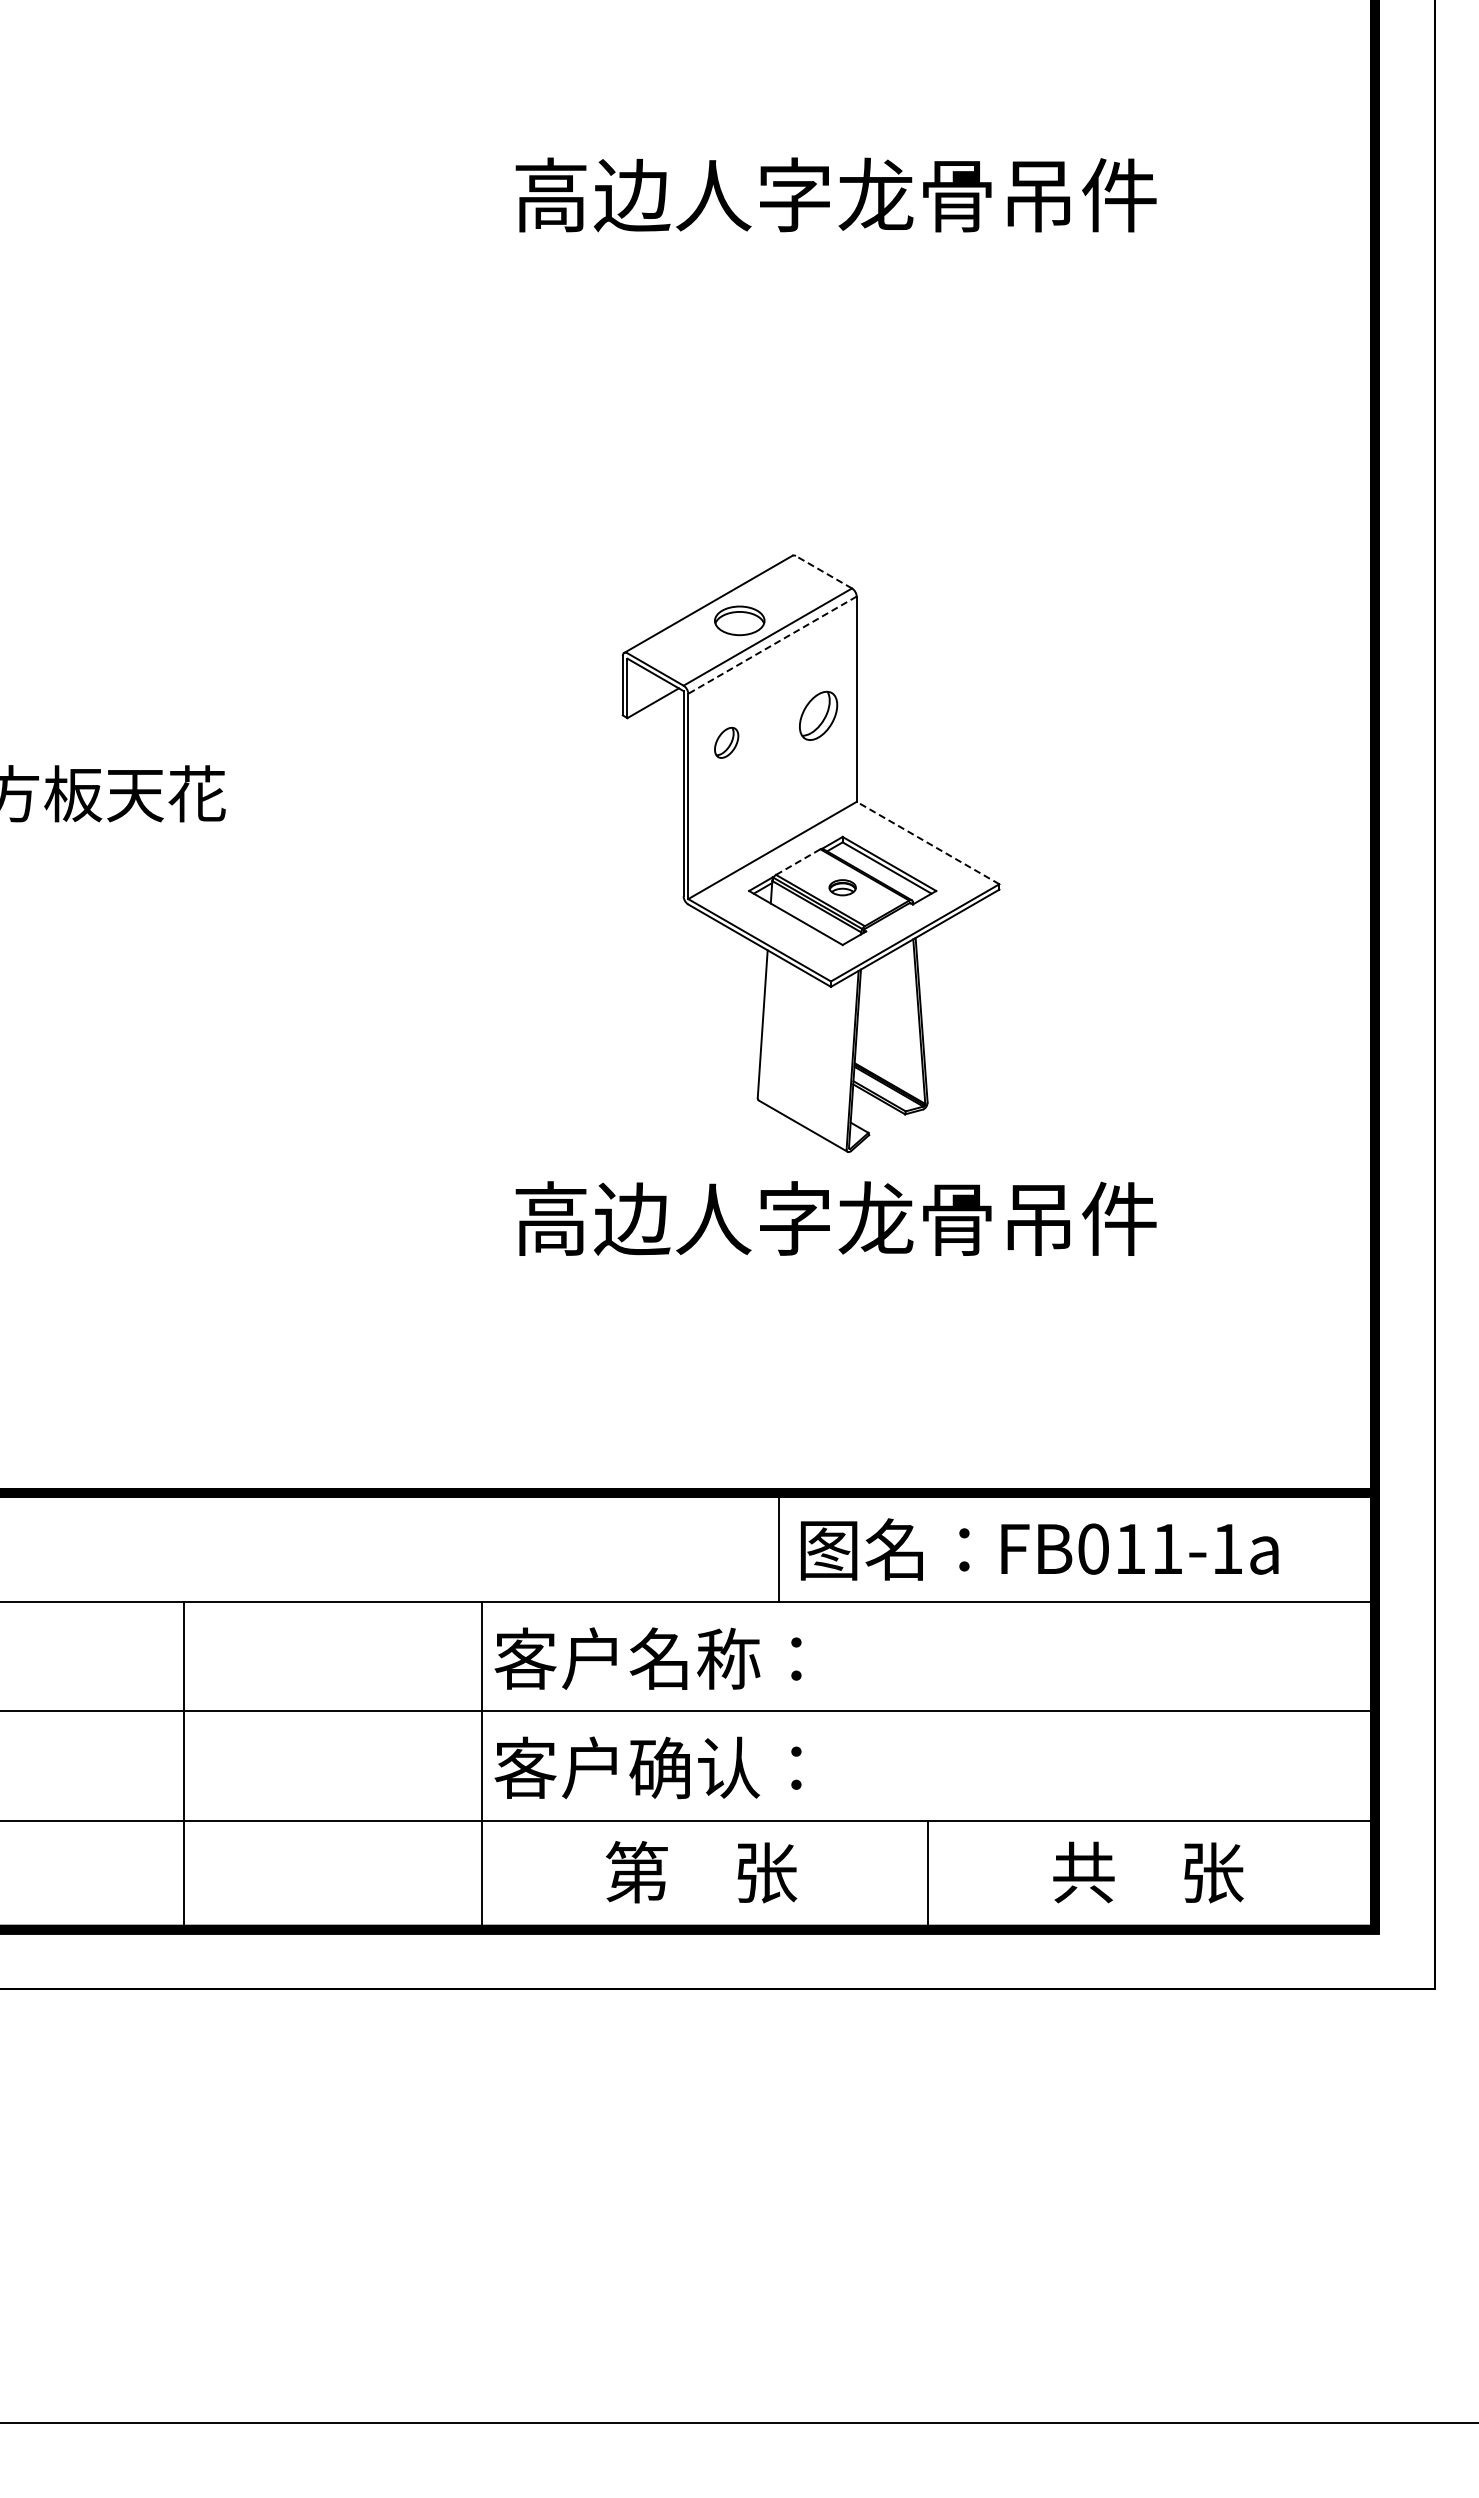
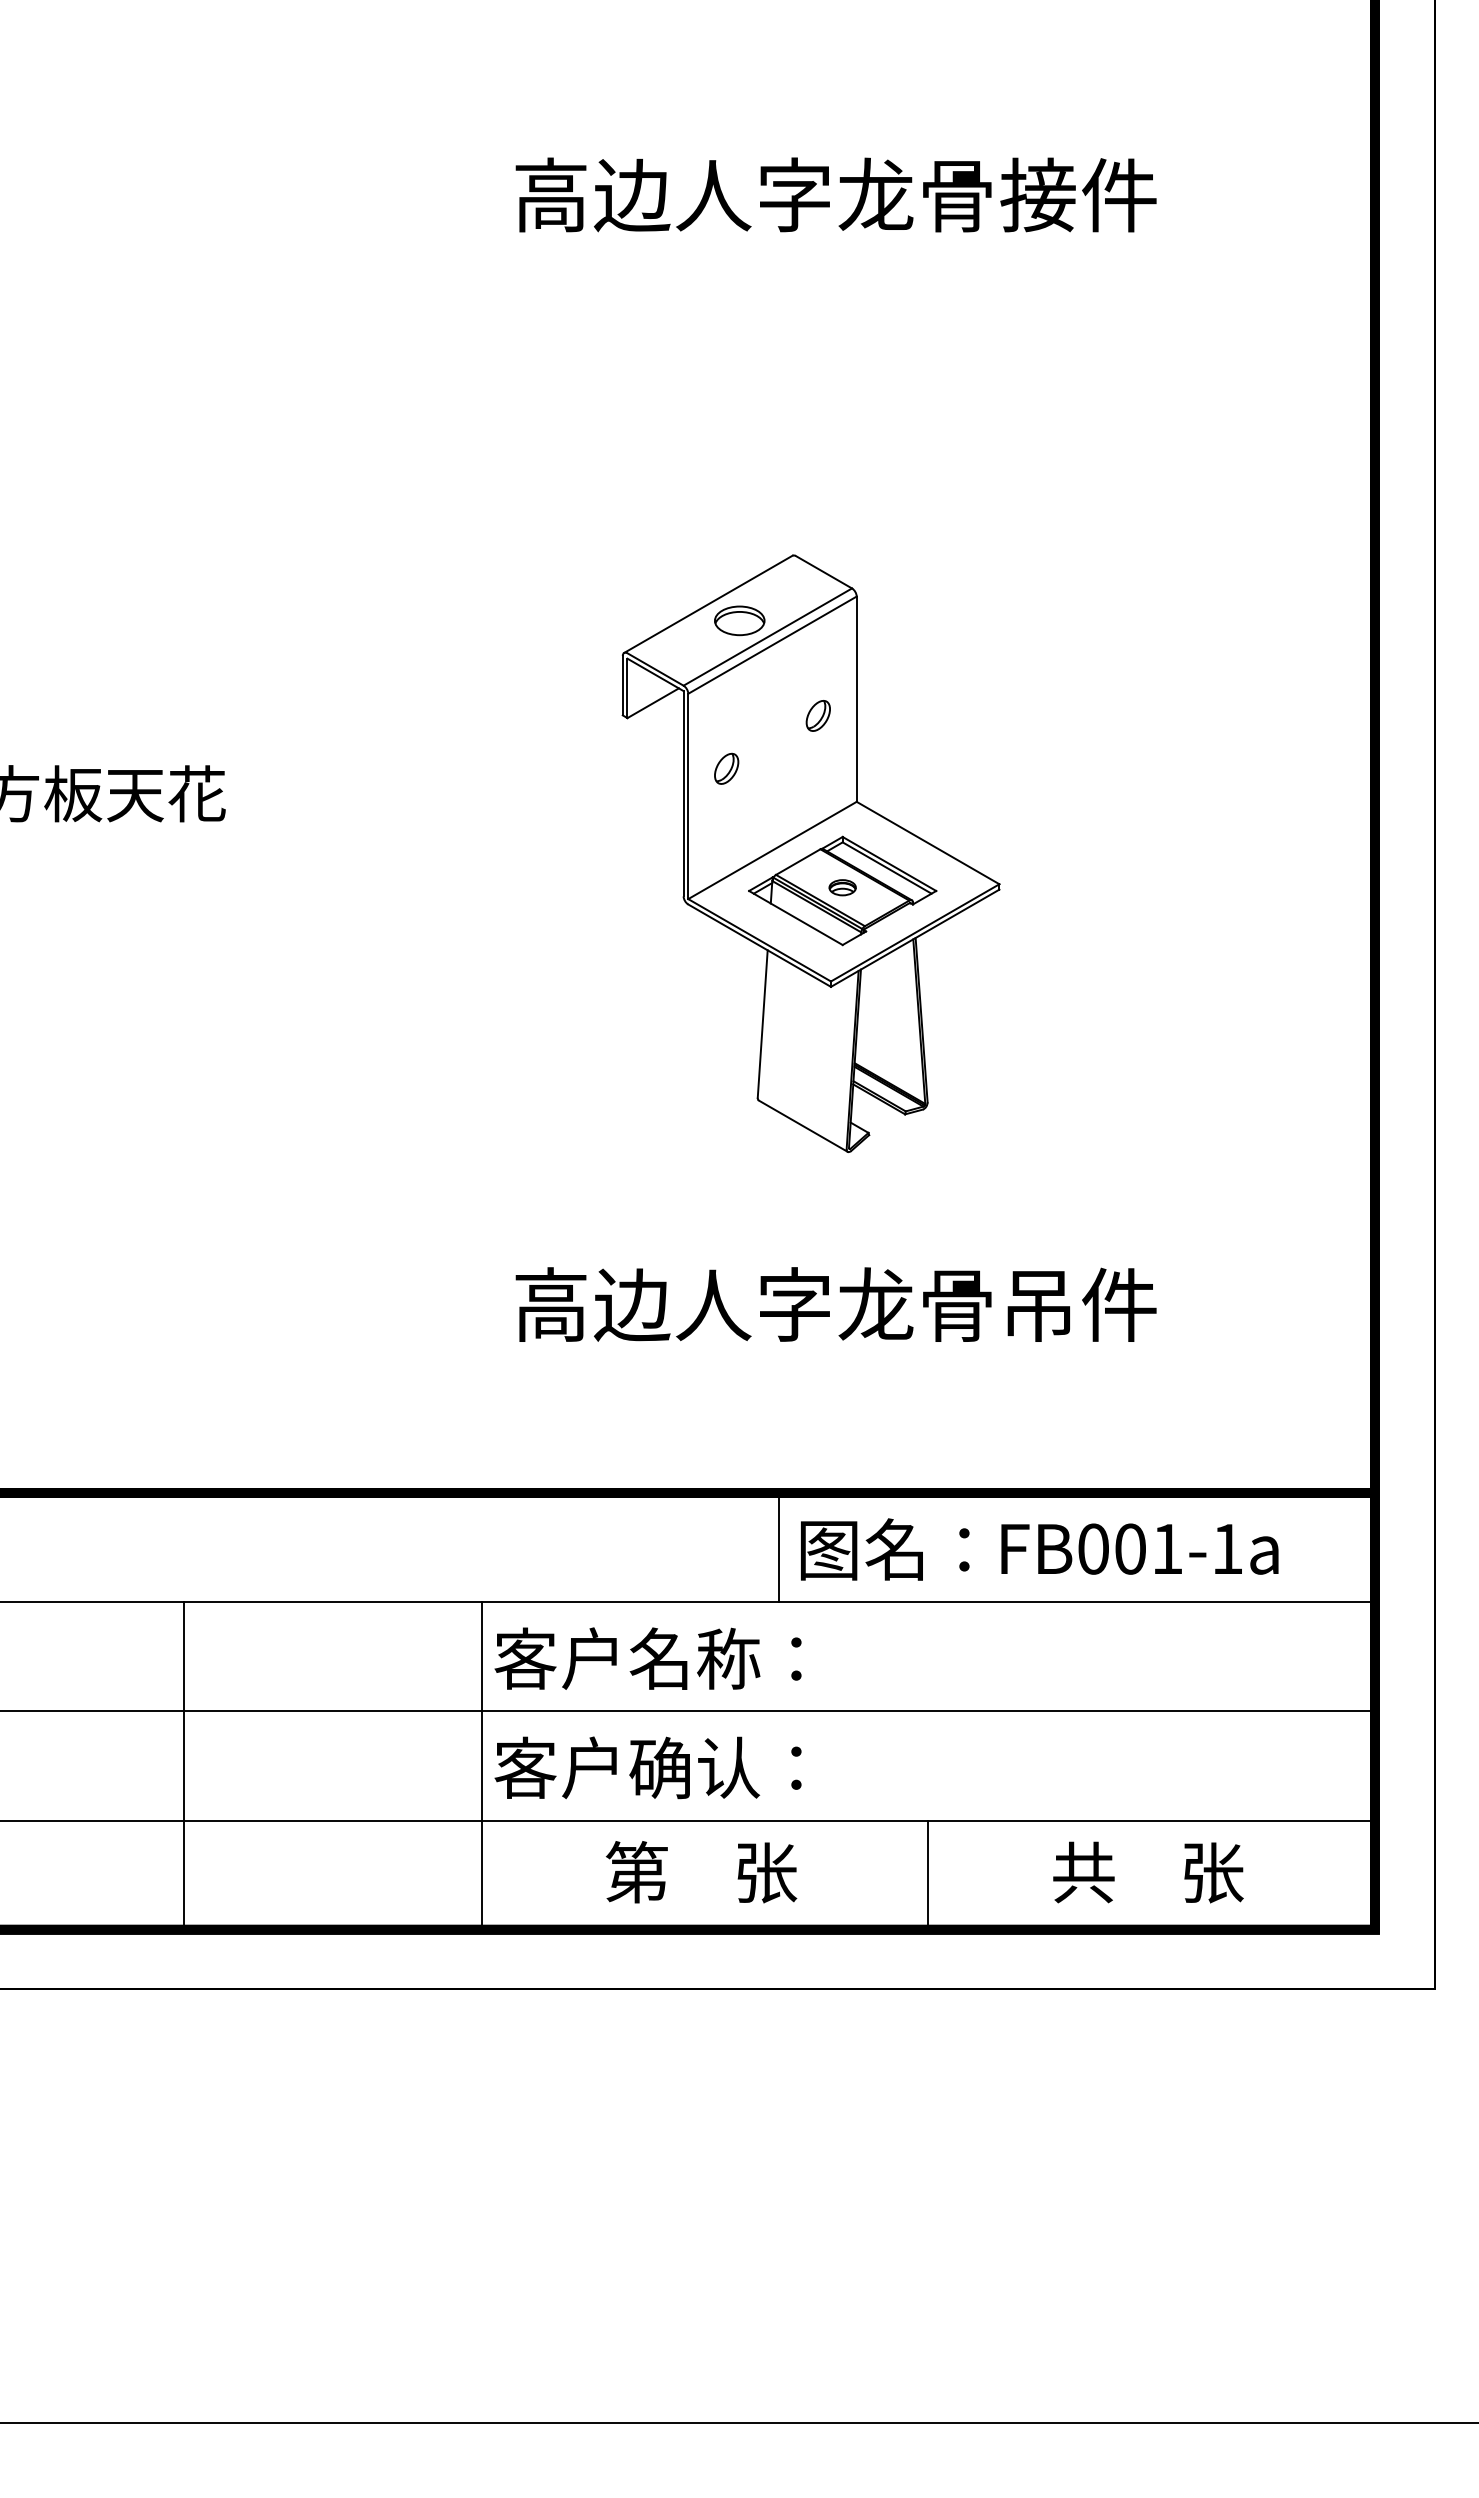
text at (1037, 194): 高边人字龙骨吊件 -> 高边人字龙骨接件
line at (823, 572): dashed -> solid
line at (772, 645): dashed -> solid
part at (818, 715) size: 40x51 px -> 26x32 px
part at (726, 742) position: (726, 742) -> (726, 768)
line at (927, 842): dashed -> solid
line at (798, 862): dashed -> solid
text at (835, 1218) position: (835, 1218) -> (835, 1304)
text at (1130, 1548): FB011-1a -> FB001-1a
